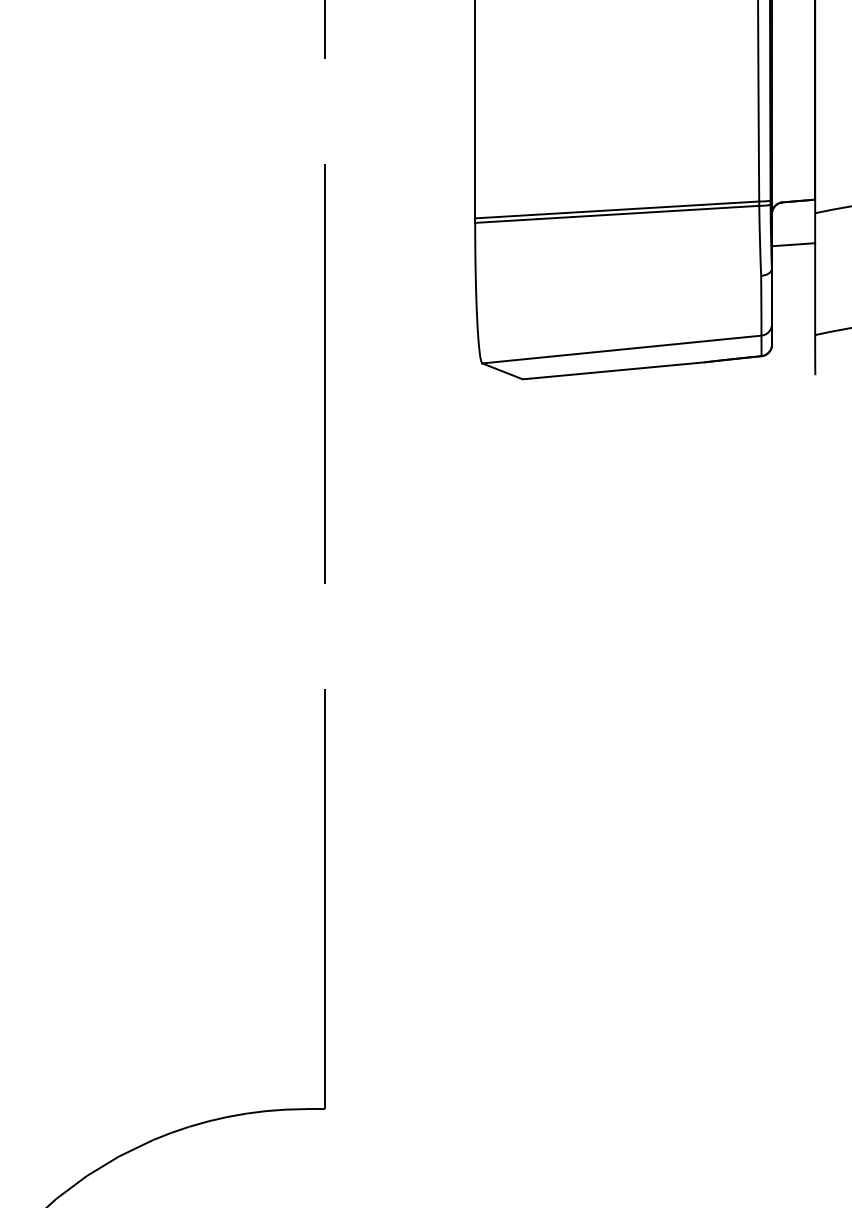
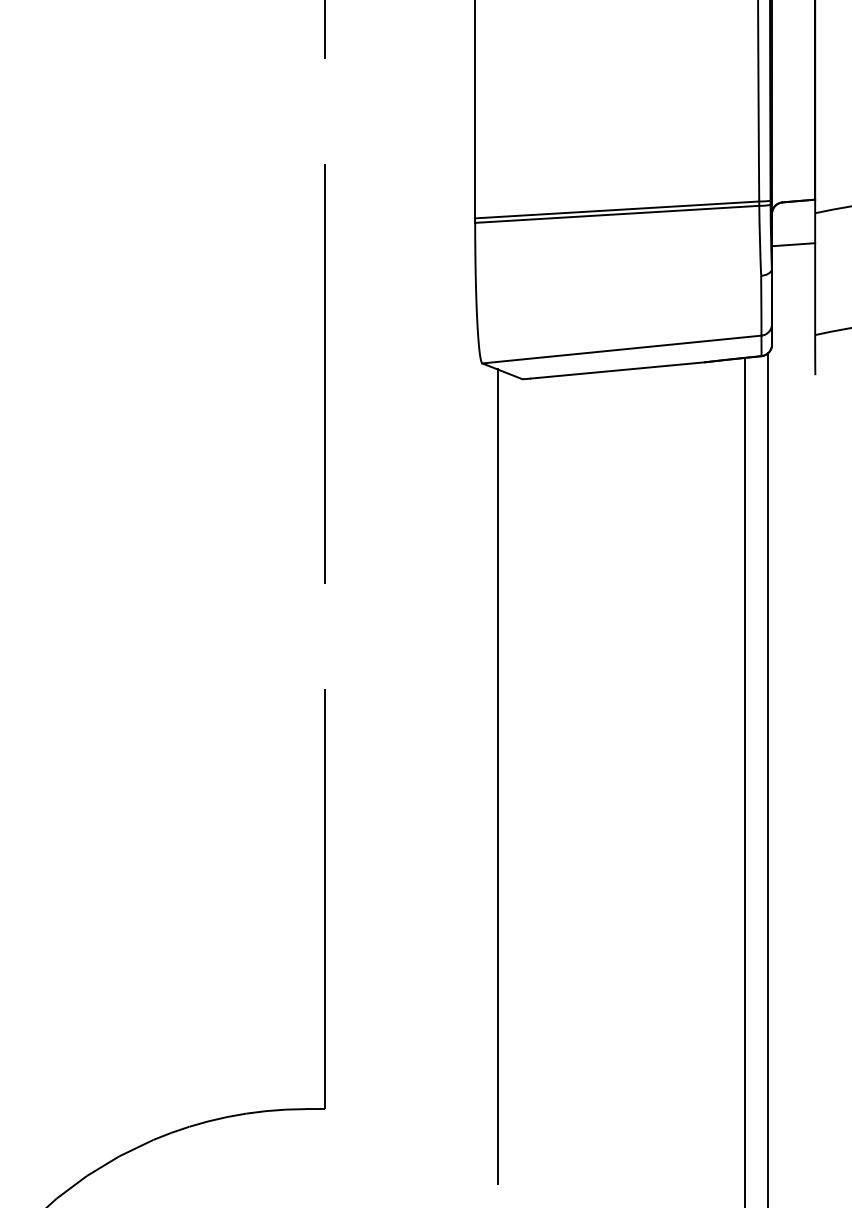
line at (497, 776): none -> present
line at (768, 778): none -> present
line at (744, 780): none -> present
